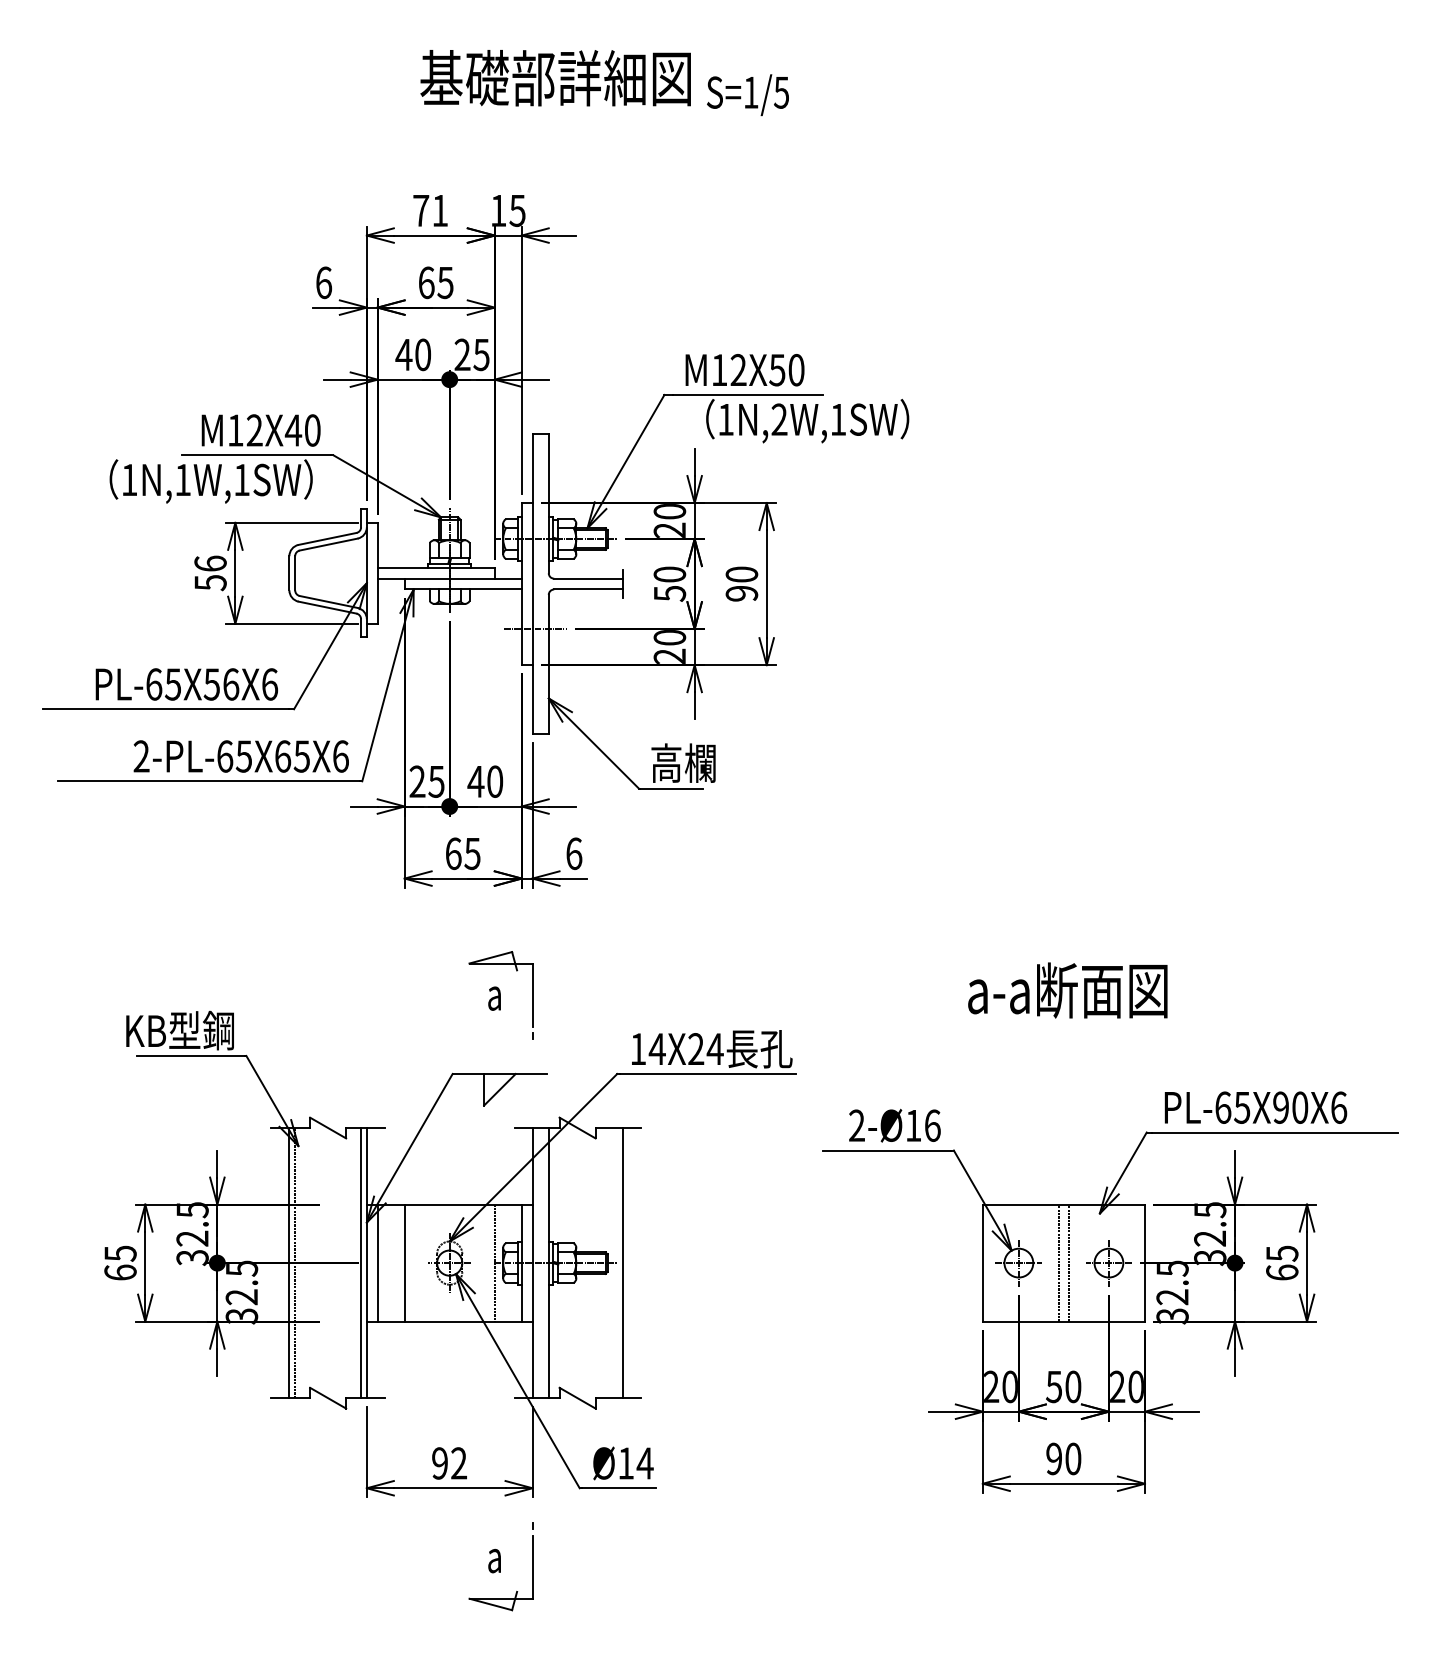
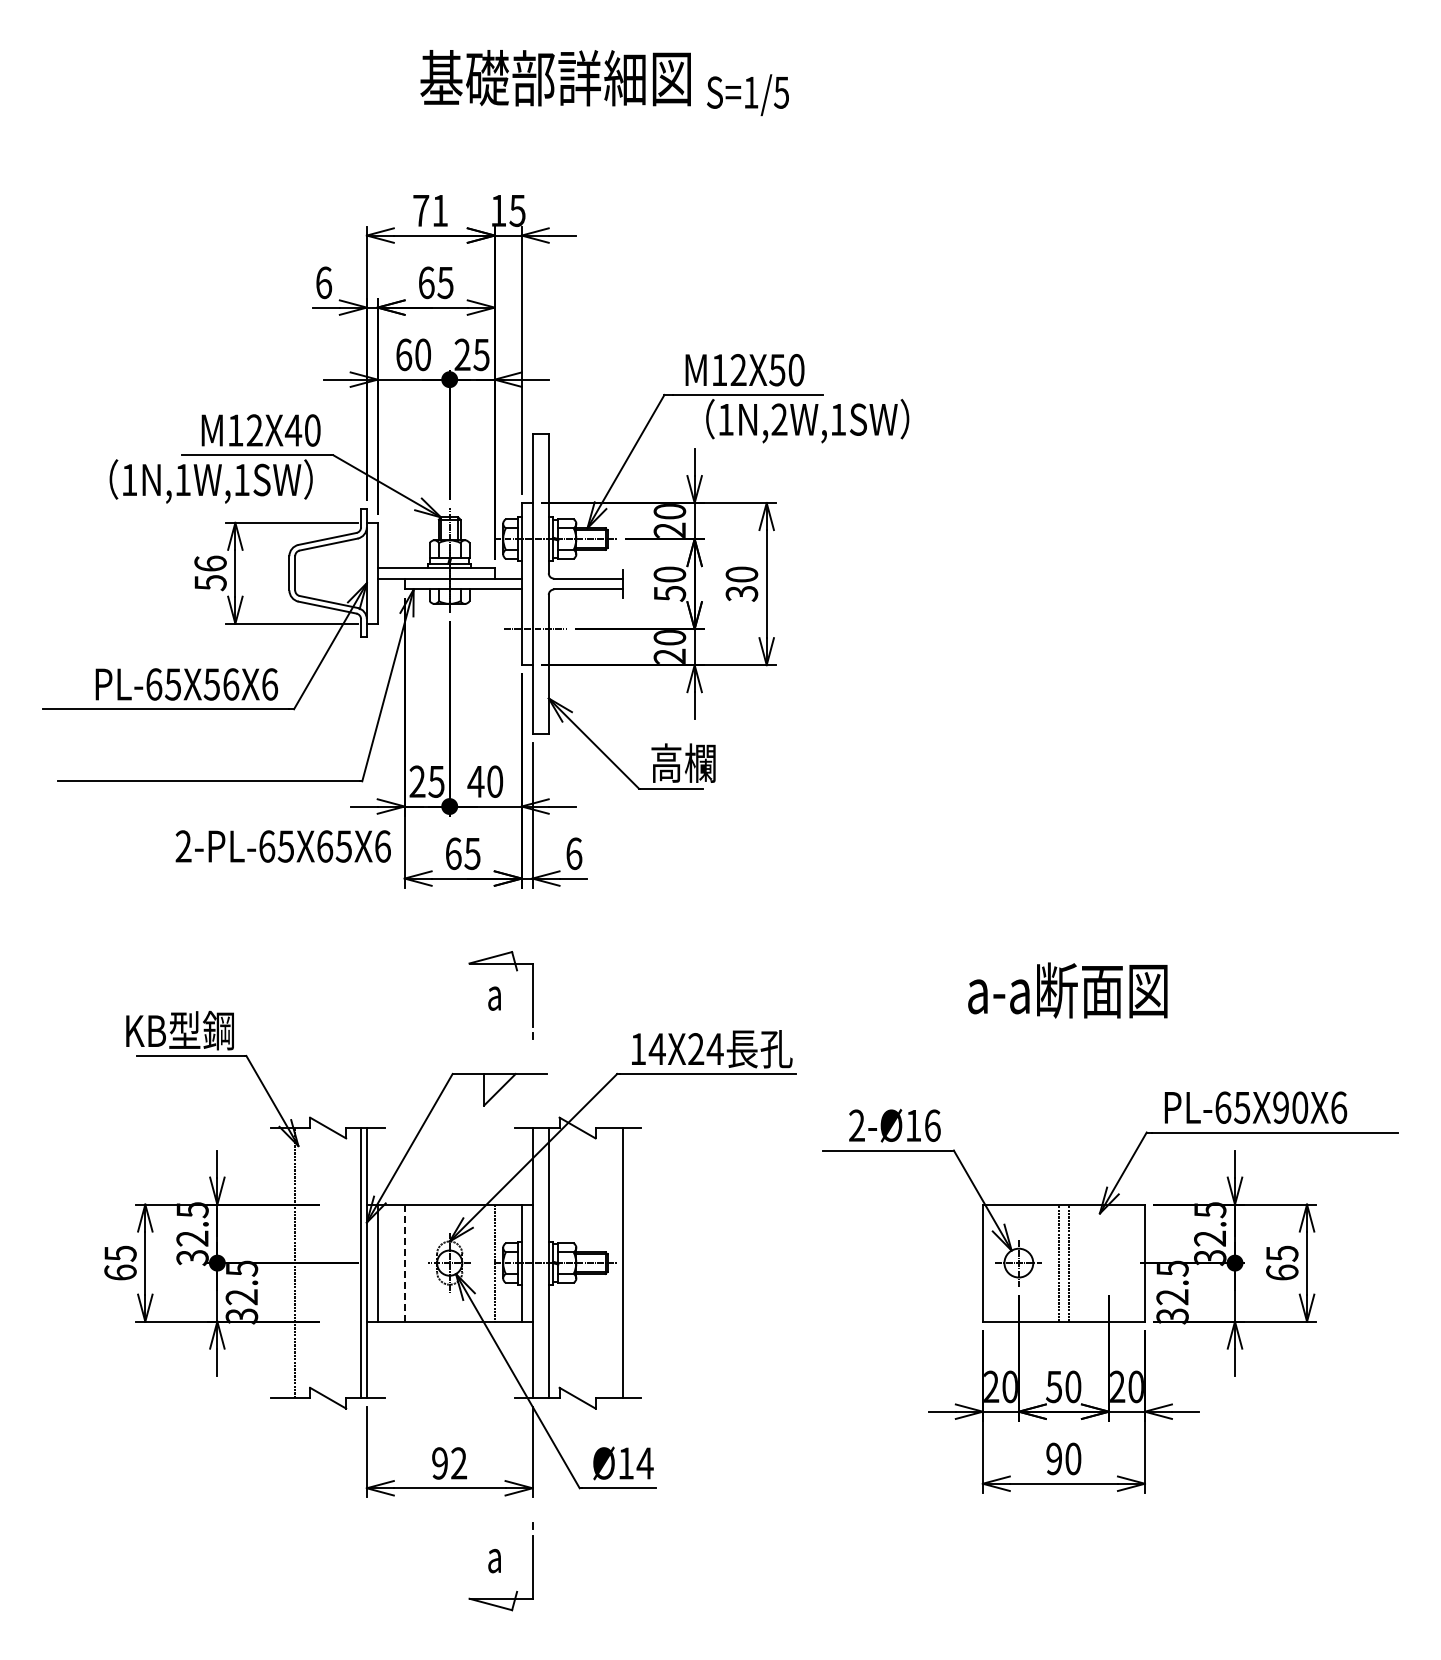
text at (403, 354): 40 -> 60
text at (741, 593): 90 -> 30
text at (240, 756) position: (240, 756) -> (282, 846)
line at (289, 1263): present -> none
line at (404, 1263): solid -> dashed
part at (1108, 1263): present -> none
